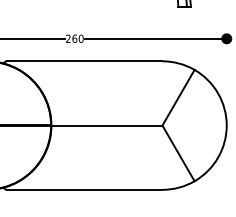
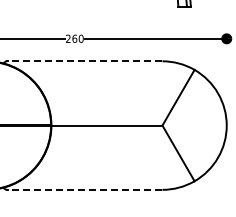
line at (84, 61): solid -> dashed
line at (84, 189): solid -> dashed
